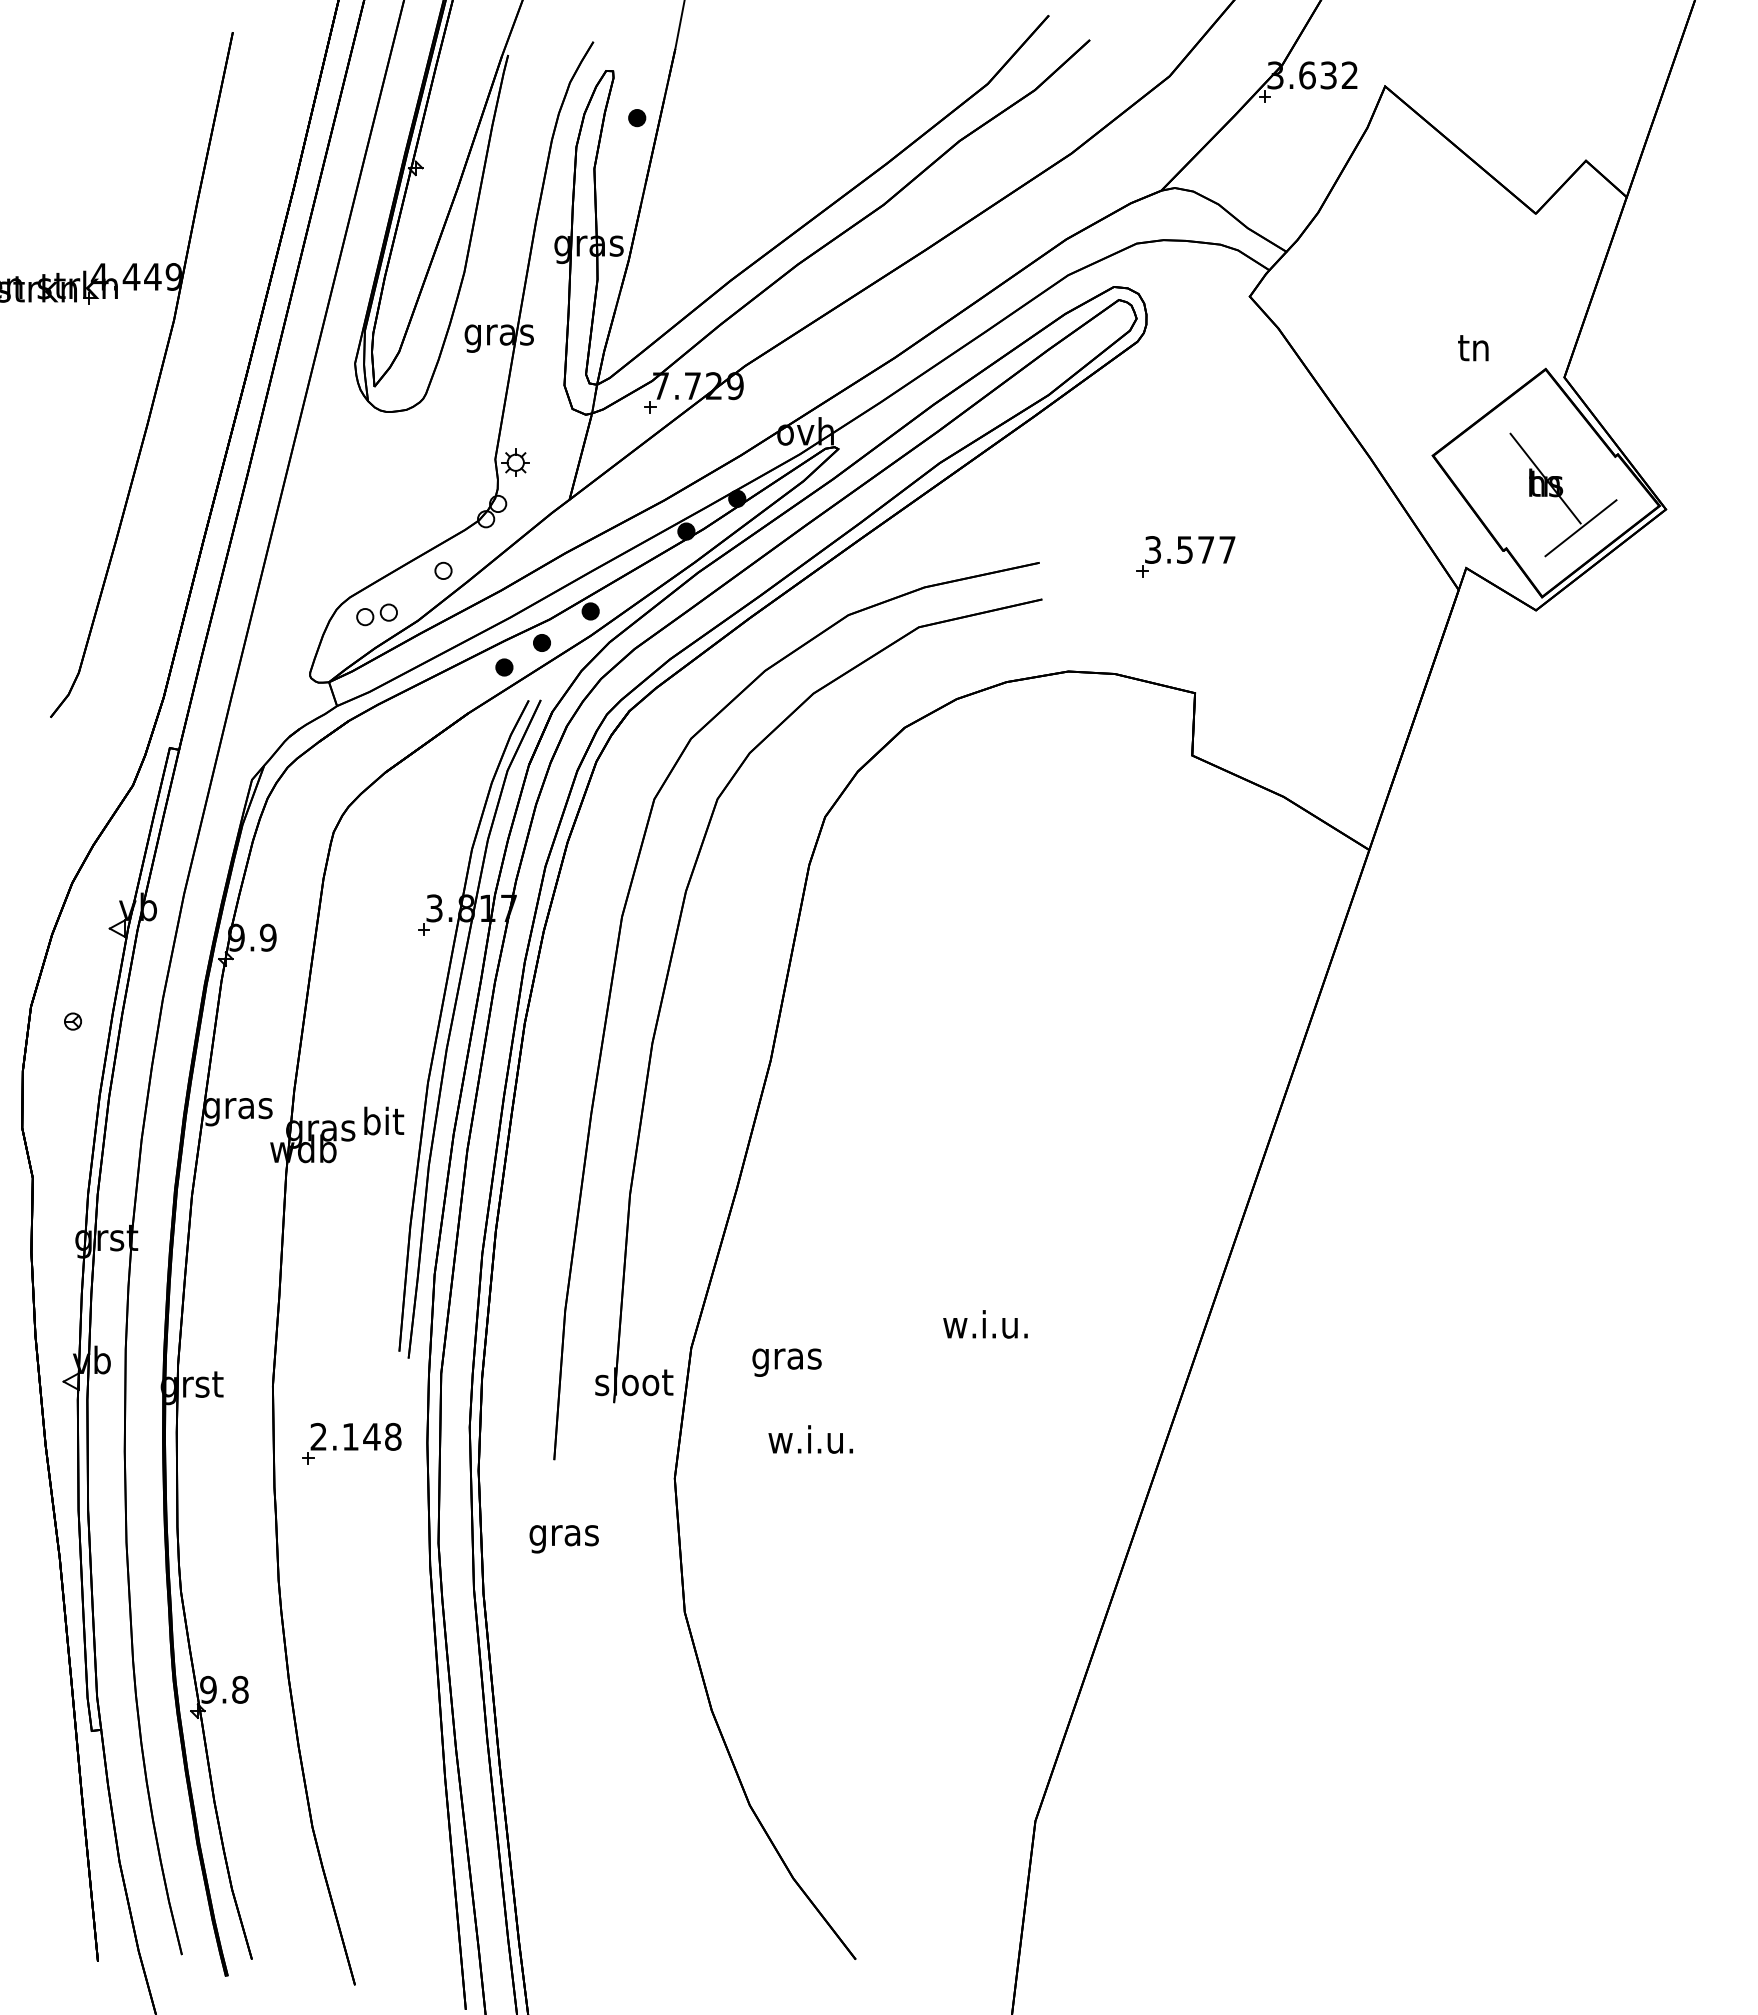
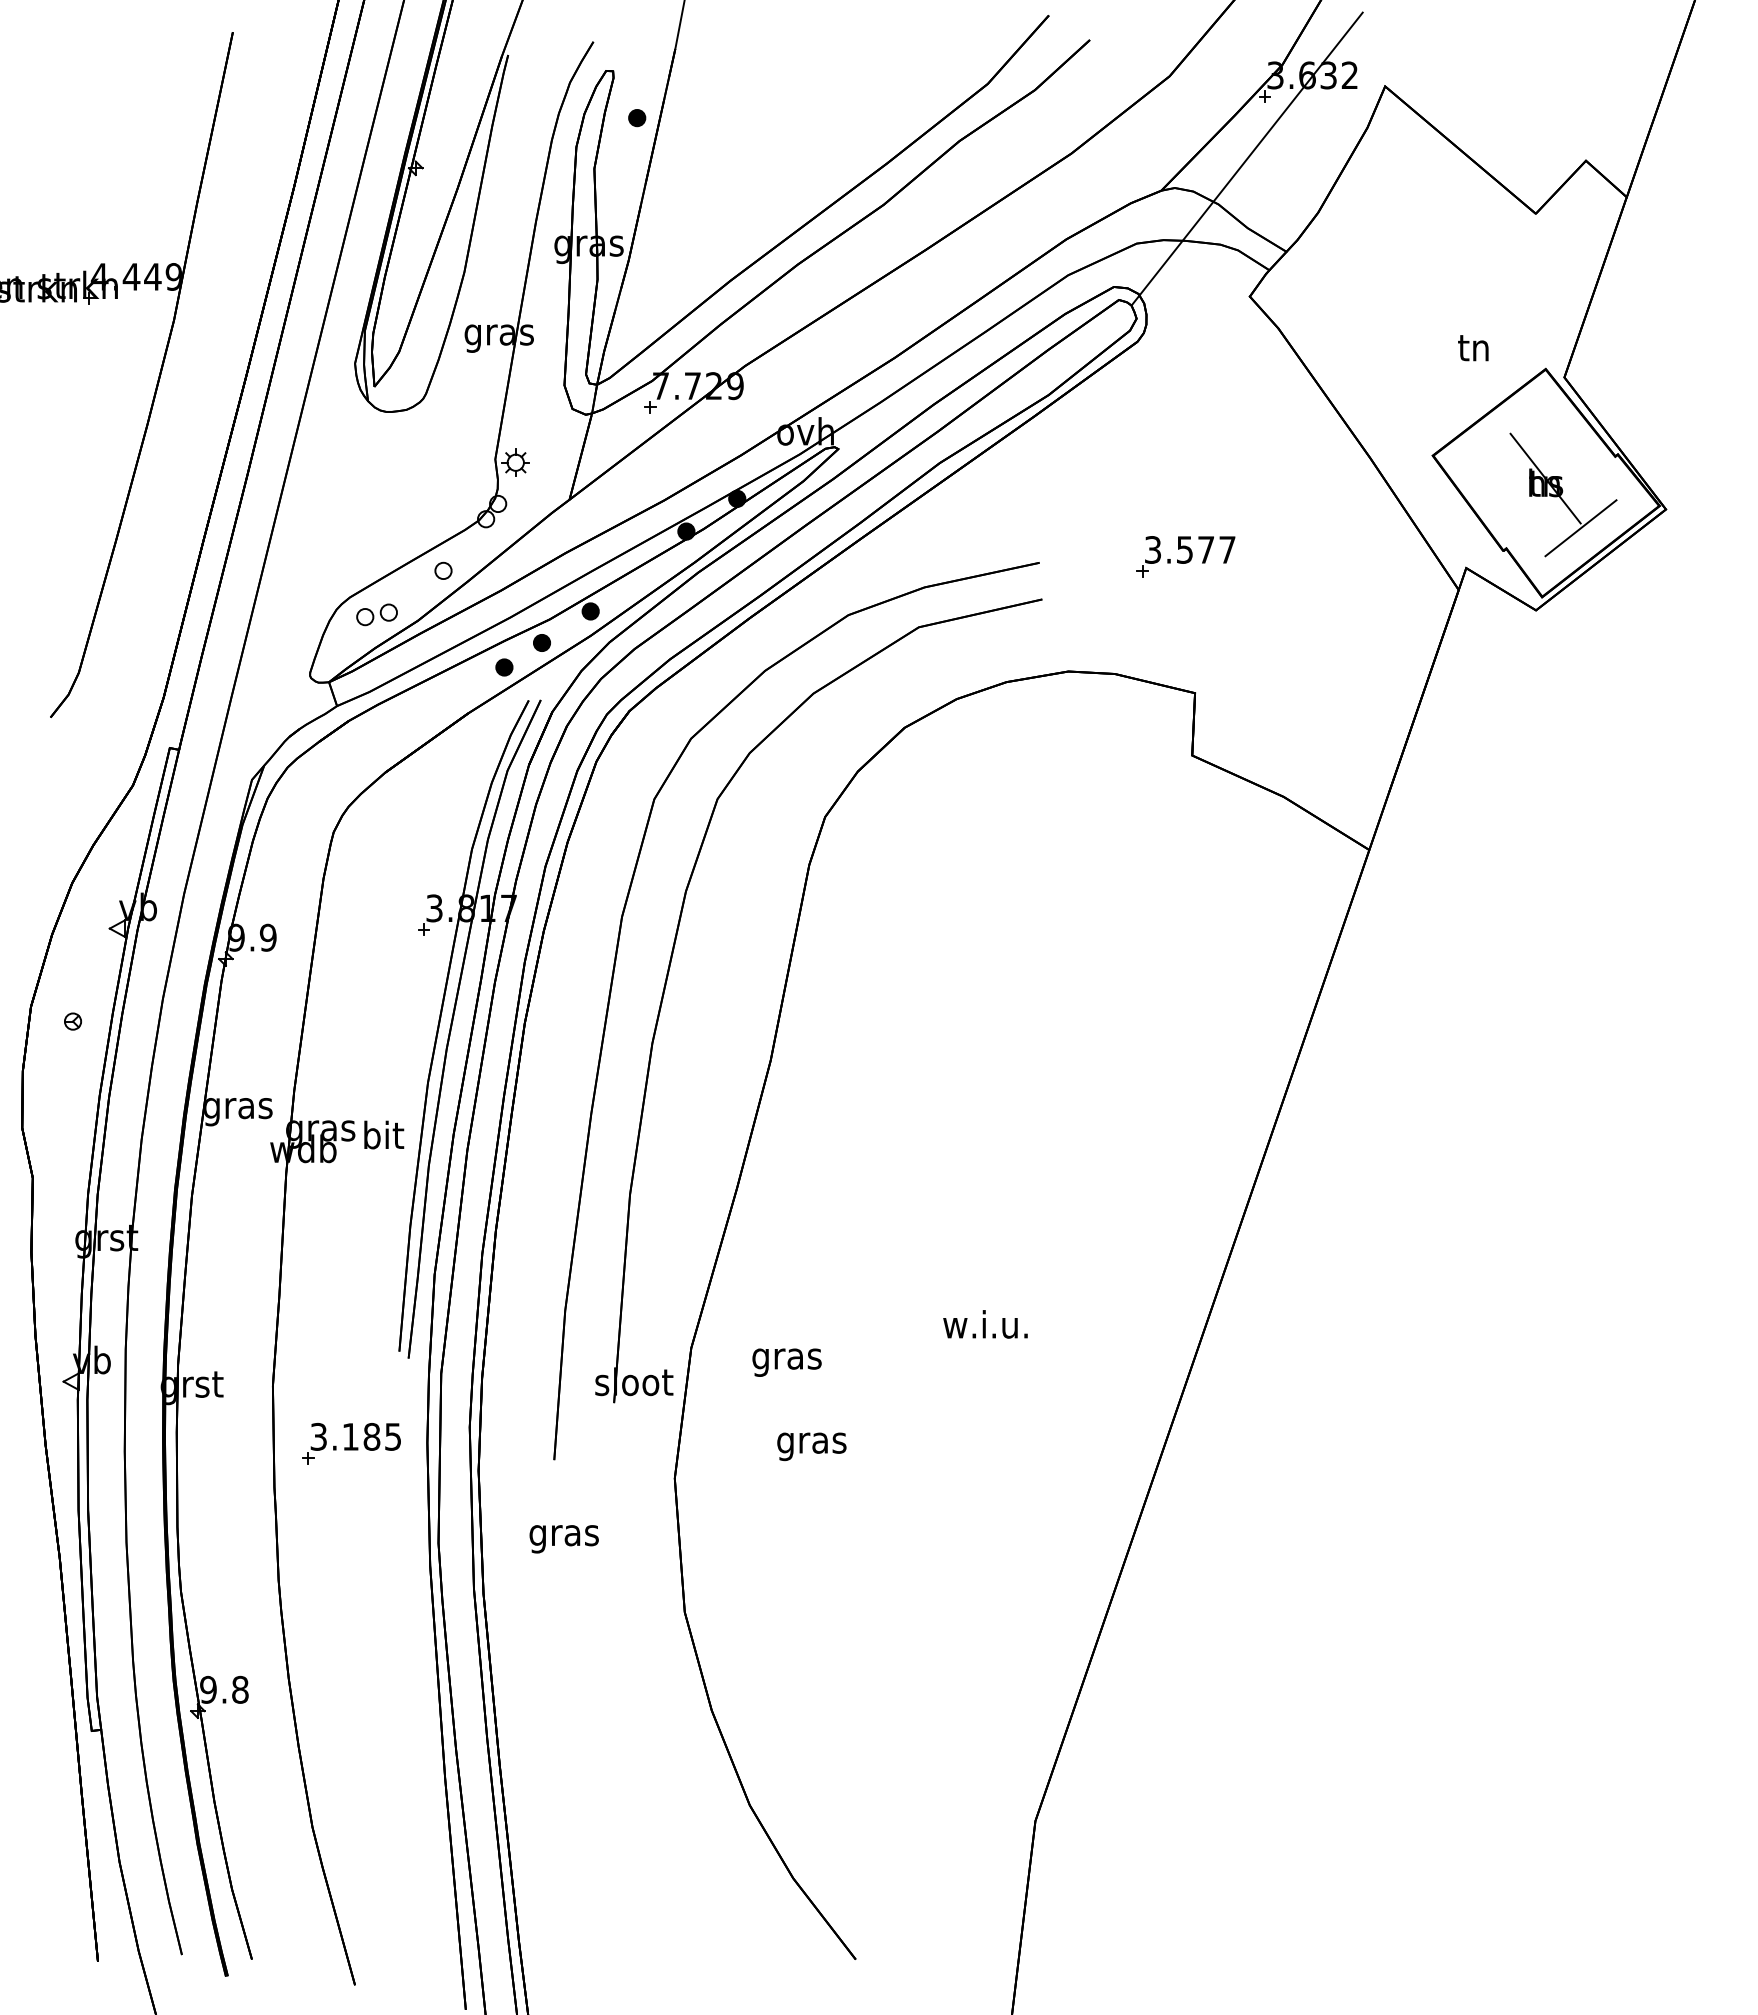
line at (1246, 158): none -> present
text at (384, 1120) position: (384, 1120) -> (384, 1134)
text at (355, 1436): 2.148 -> 3.185
text at (810, 1443): w.i.u. -> gras
